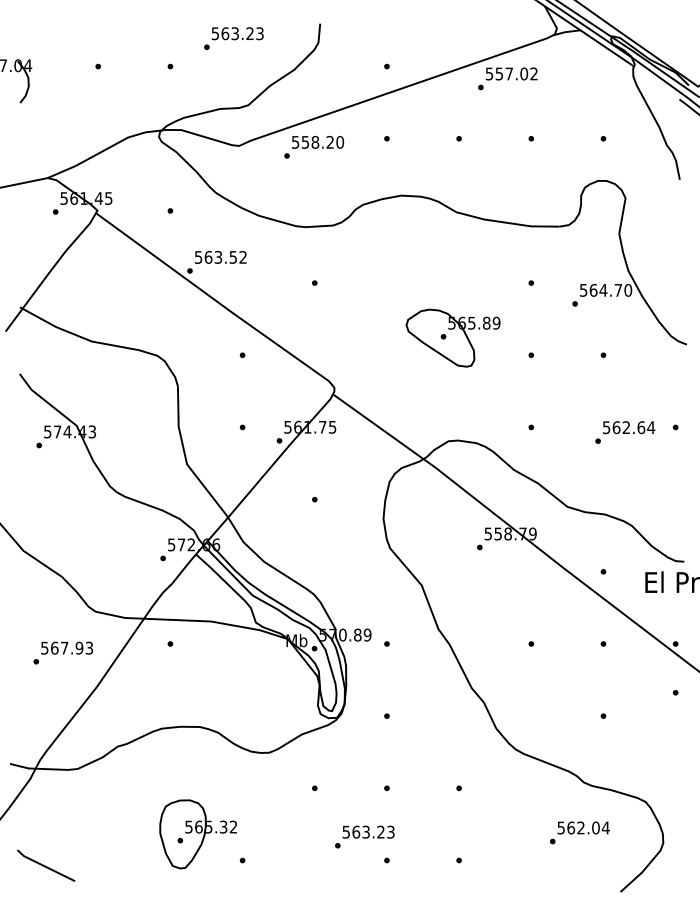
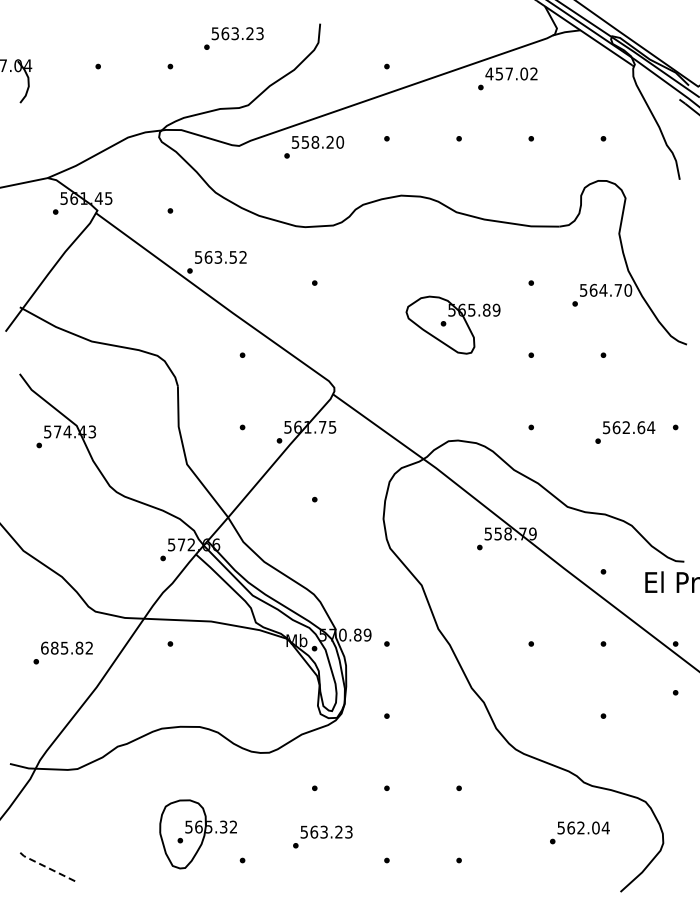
text at (489, 73): 557.02 -> 457.02
part at (452, 337) position: (452, 337) -> (452, 324)
text at (67, 647): 567.93 -> 685.82
text at (364, 836) position: (364, 836) -> (322, 836)
line at (44, 866): solid -> dashed
